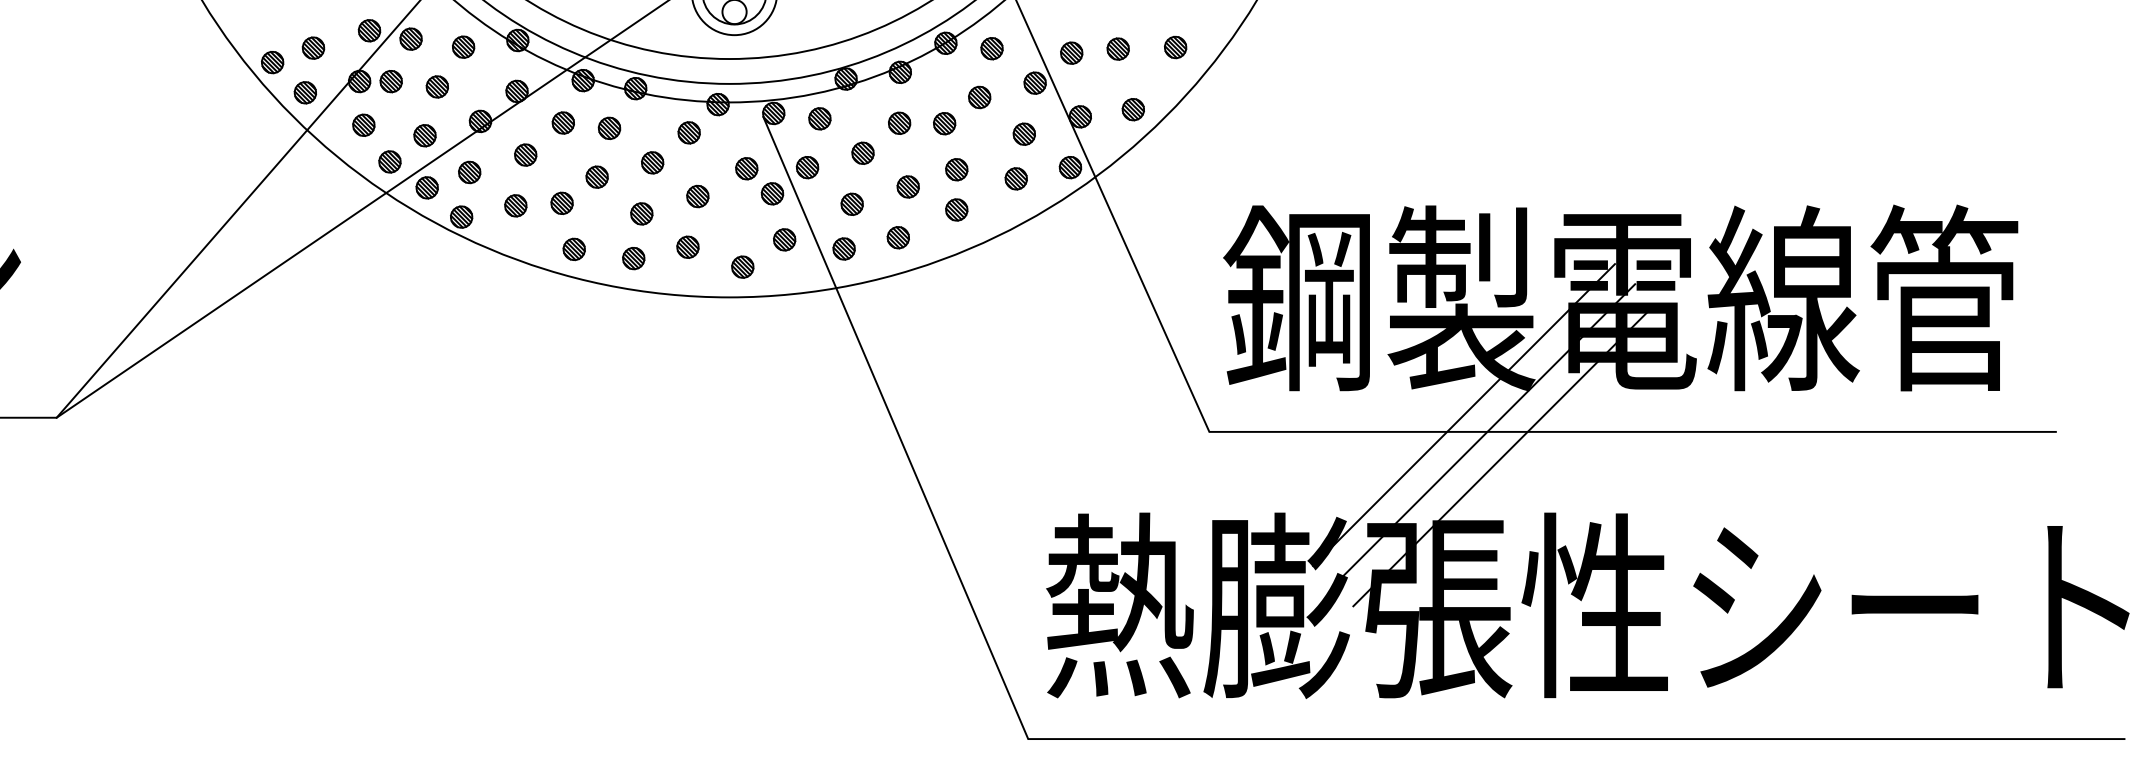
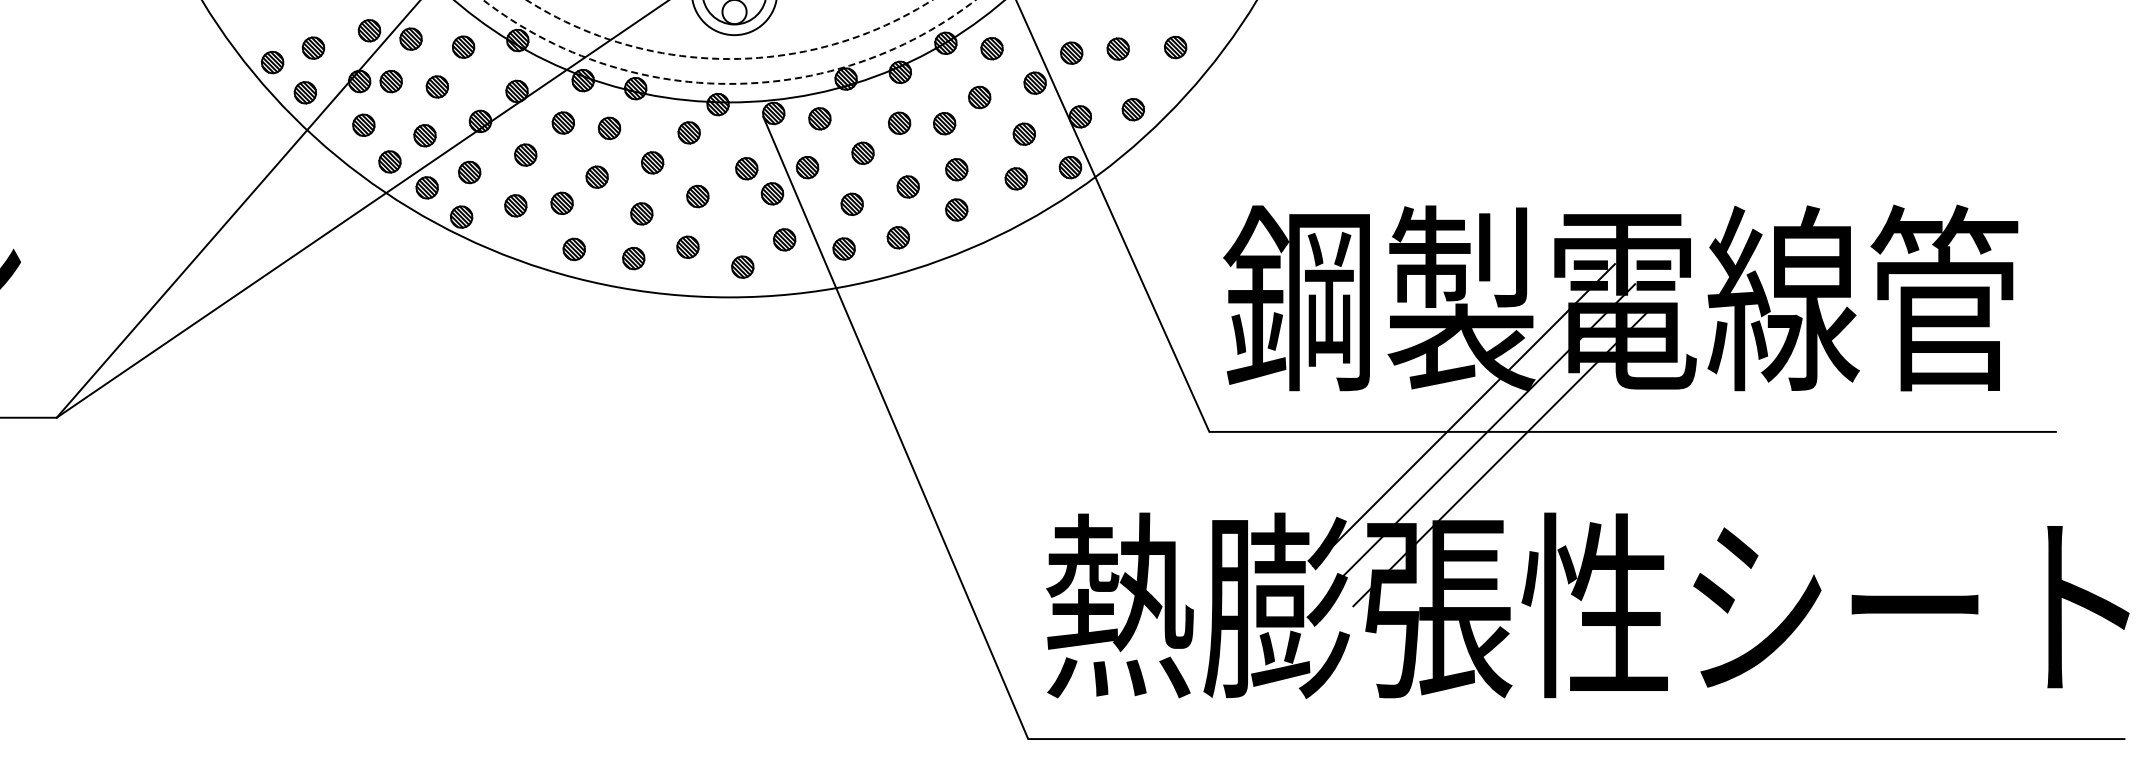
circle at (729, 29): solid -> dashed
circle at (729, 41): solid -> dashed
